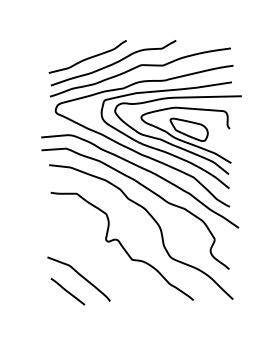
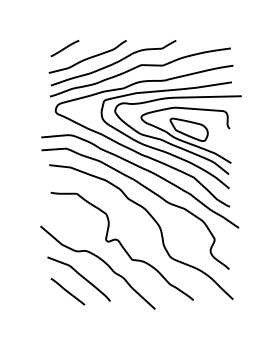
line at (64, 48): none -> present
curve at (100, 260): none -> present
